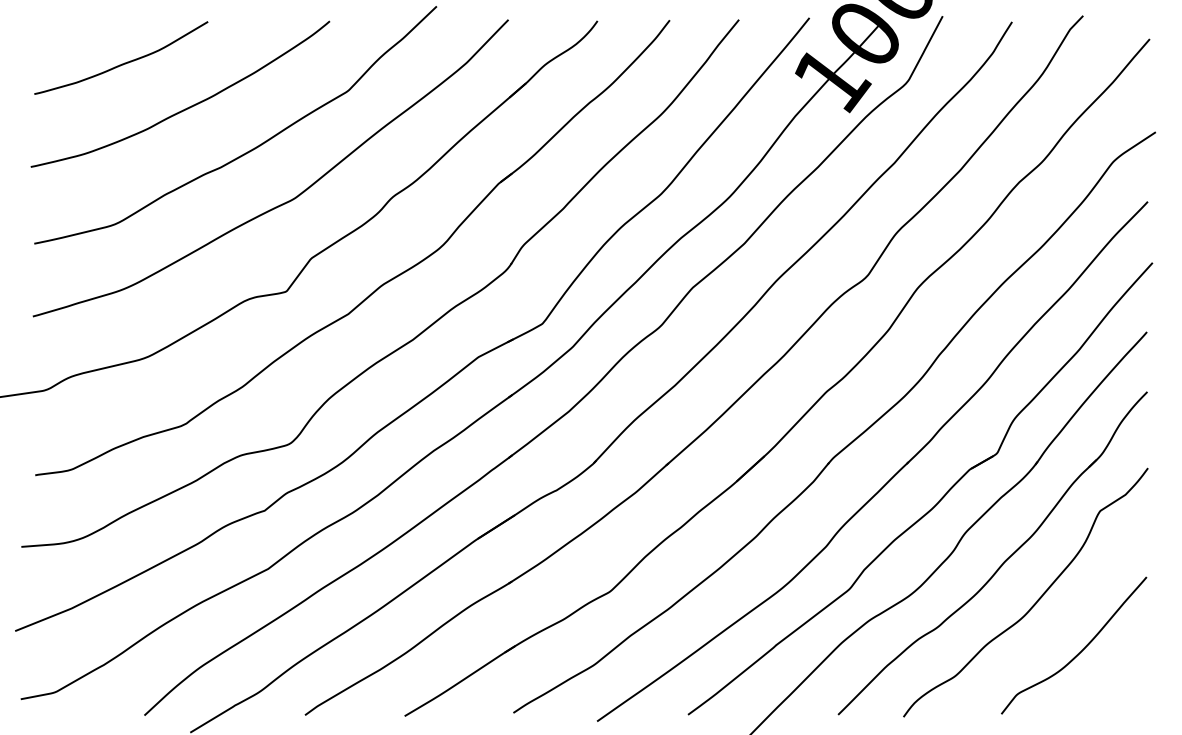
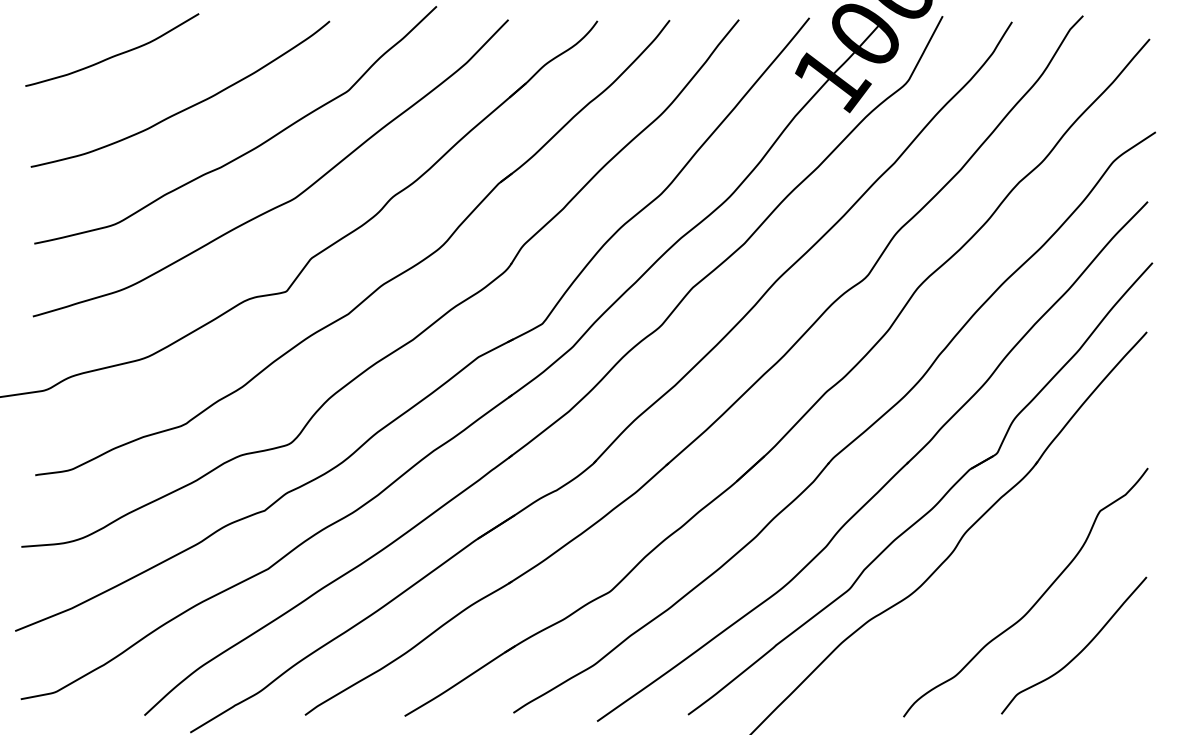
curve at (124, 62) position: (124, 62) -> (115, 54)
part at (1003, 561): present -> none
